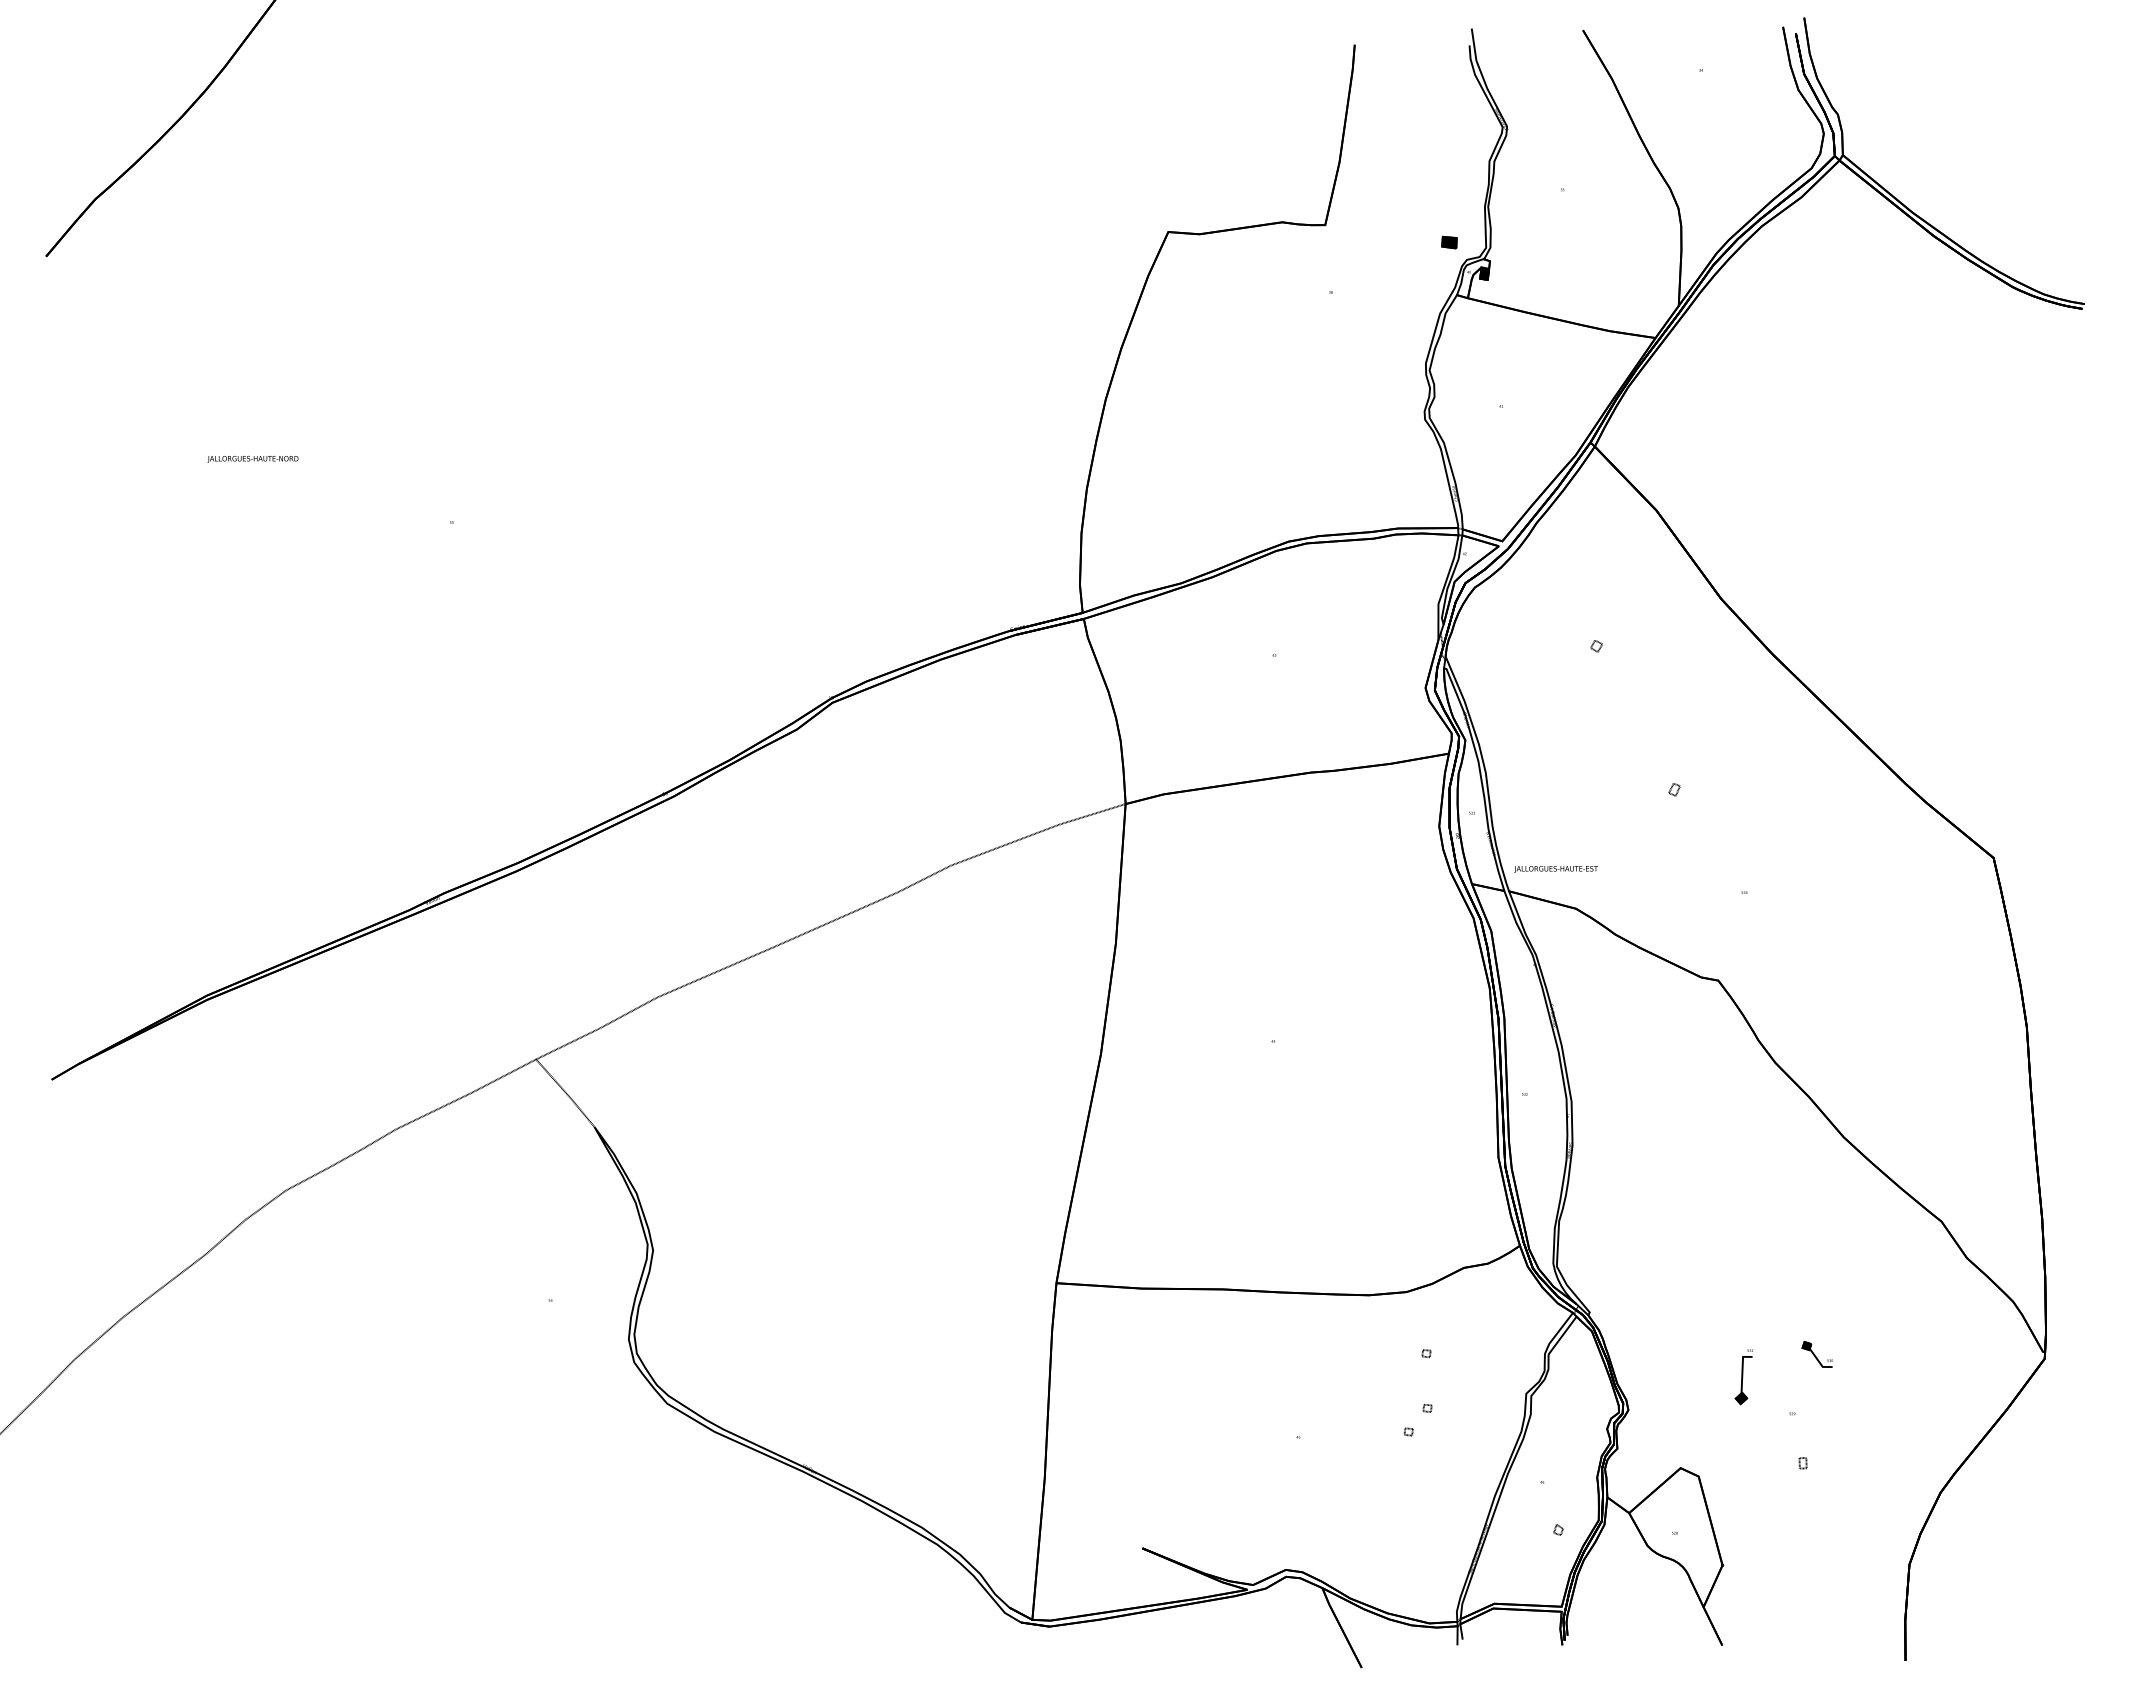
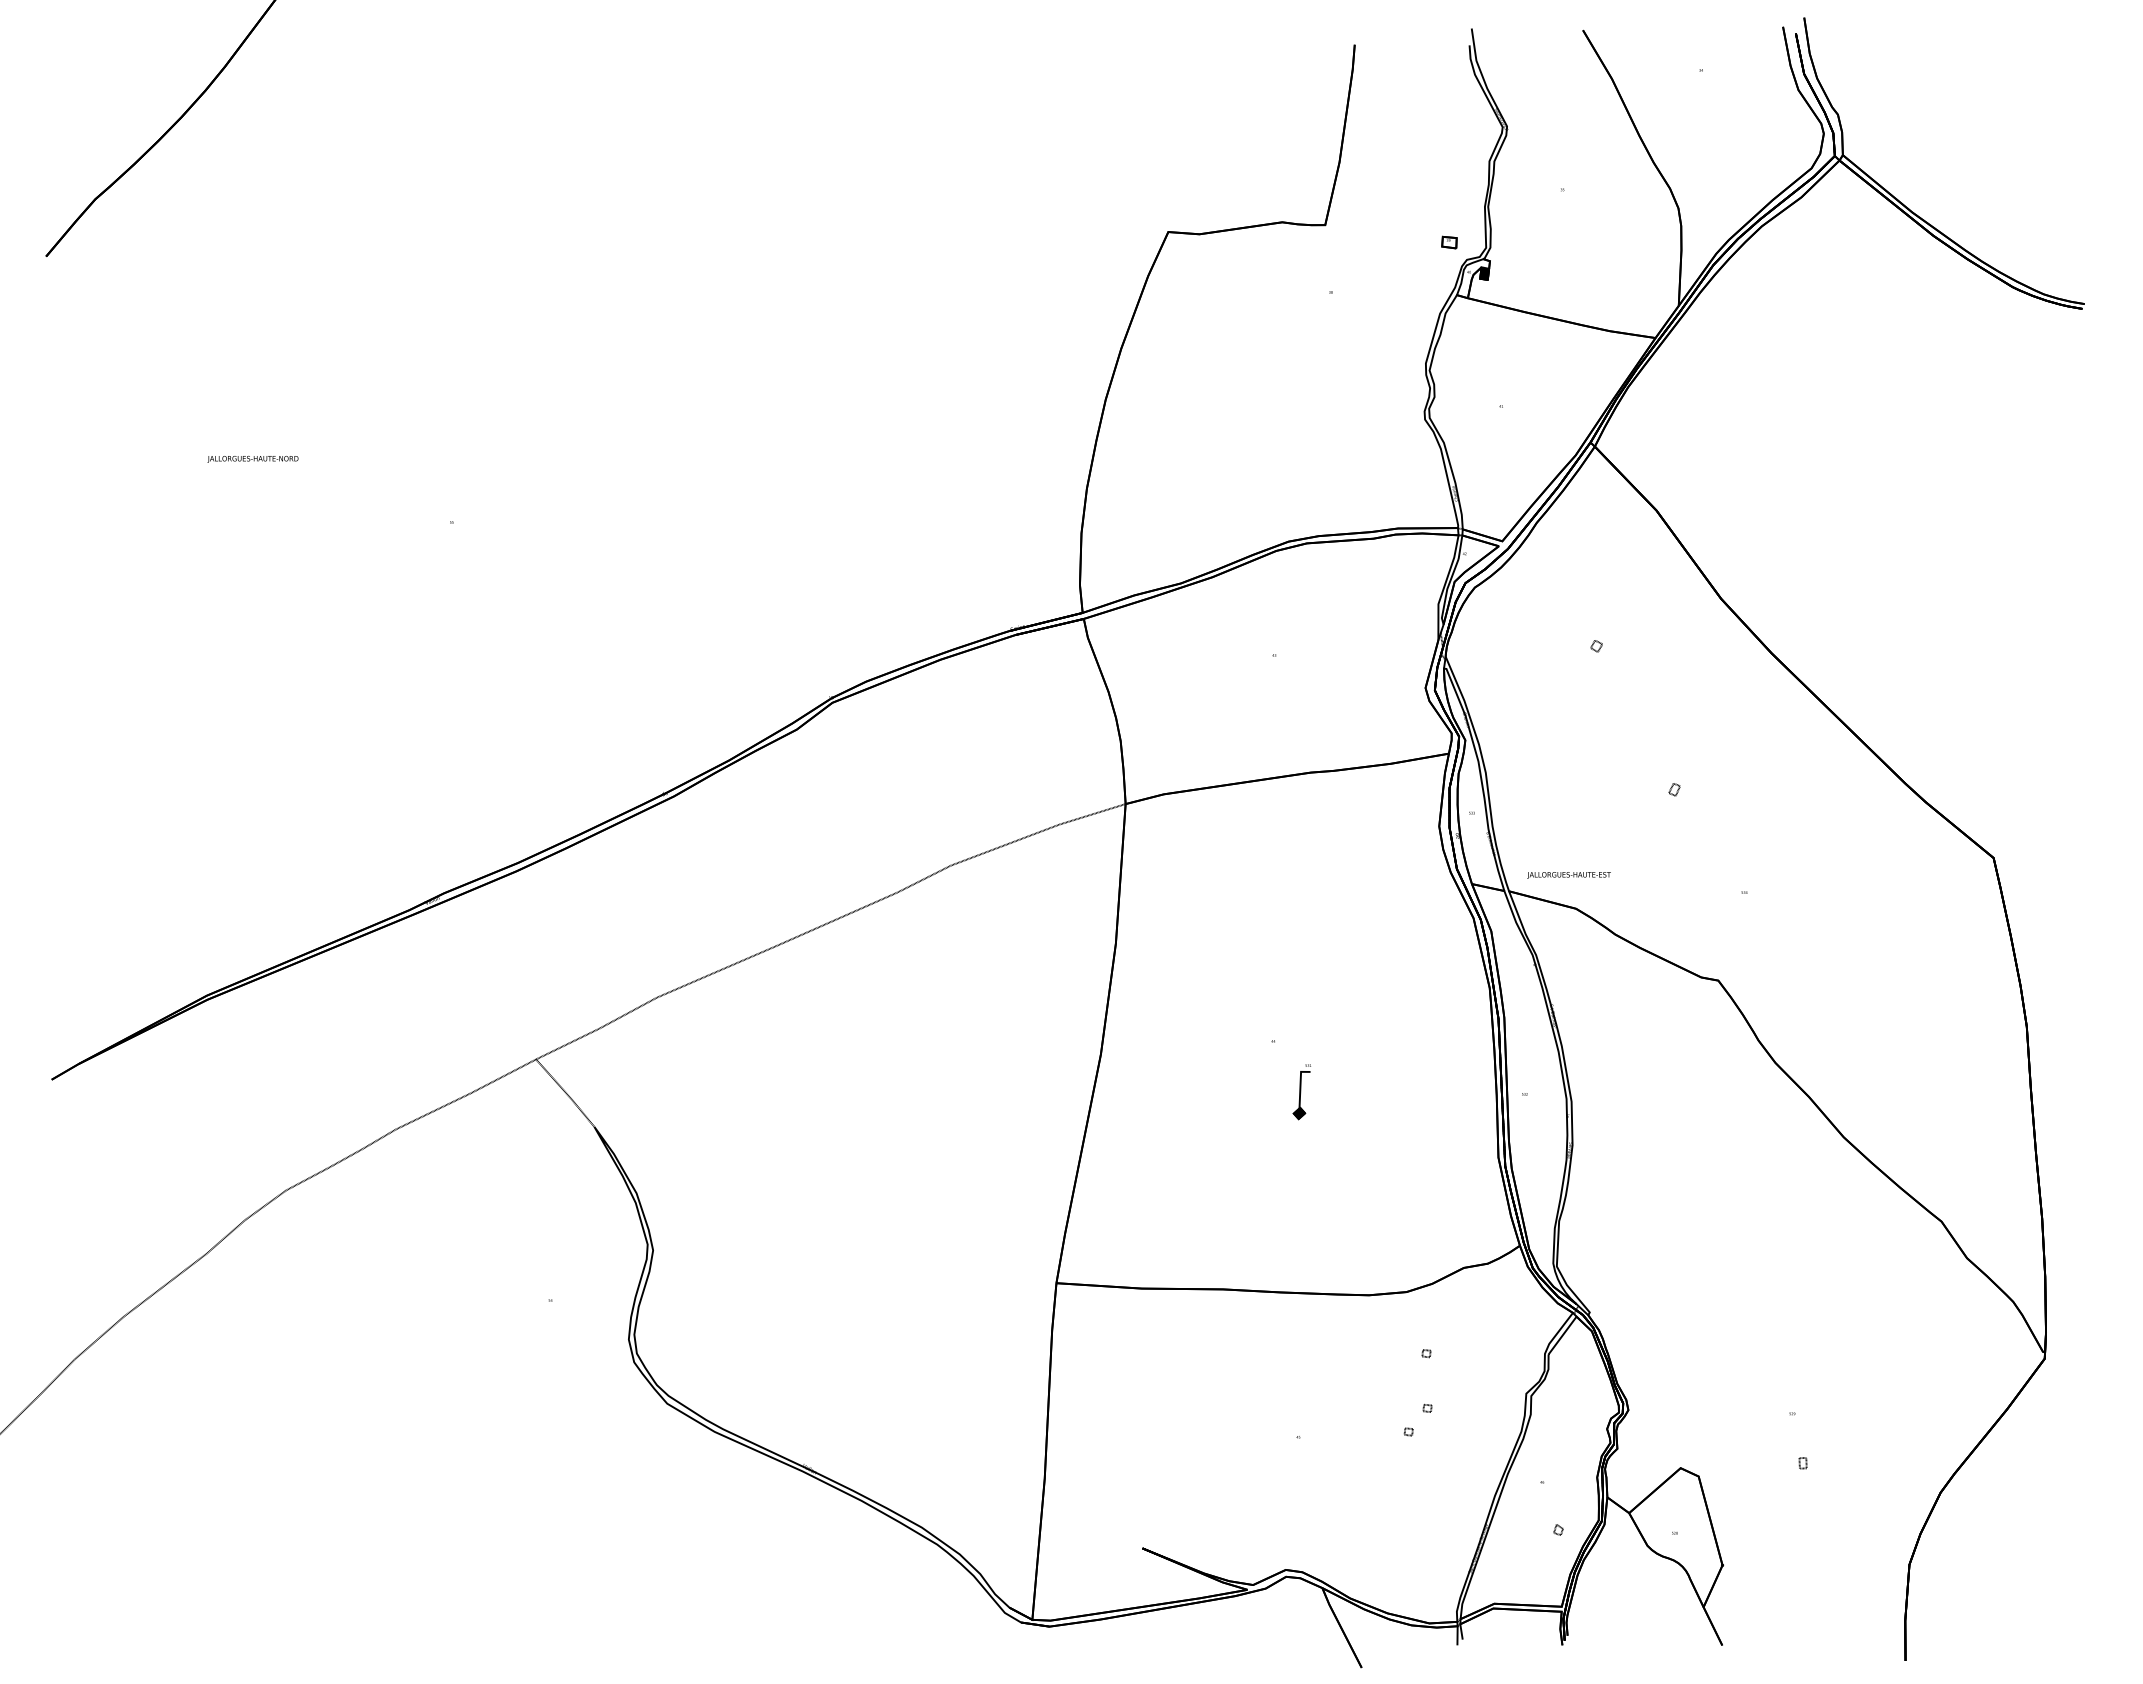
fill at (1449, 242): present -> none
text at (1555, 869) position: (1555, 869) -> (1568, 875)
part at (1816, 1354): present -> none
part at (1743, 1377) position: (1743, 1377) -> (1301, 1092)
